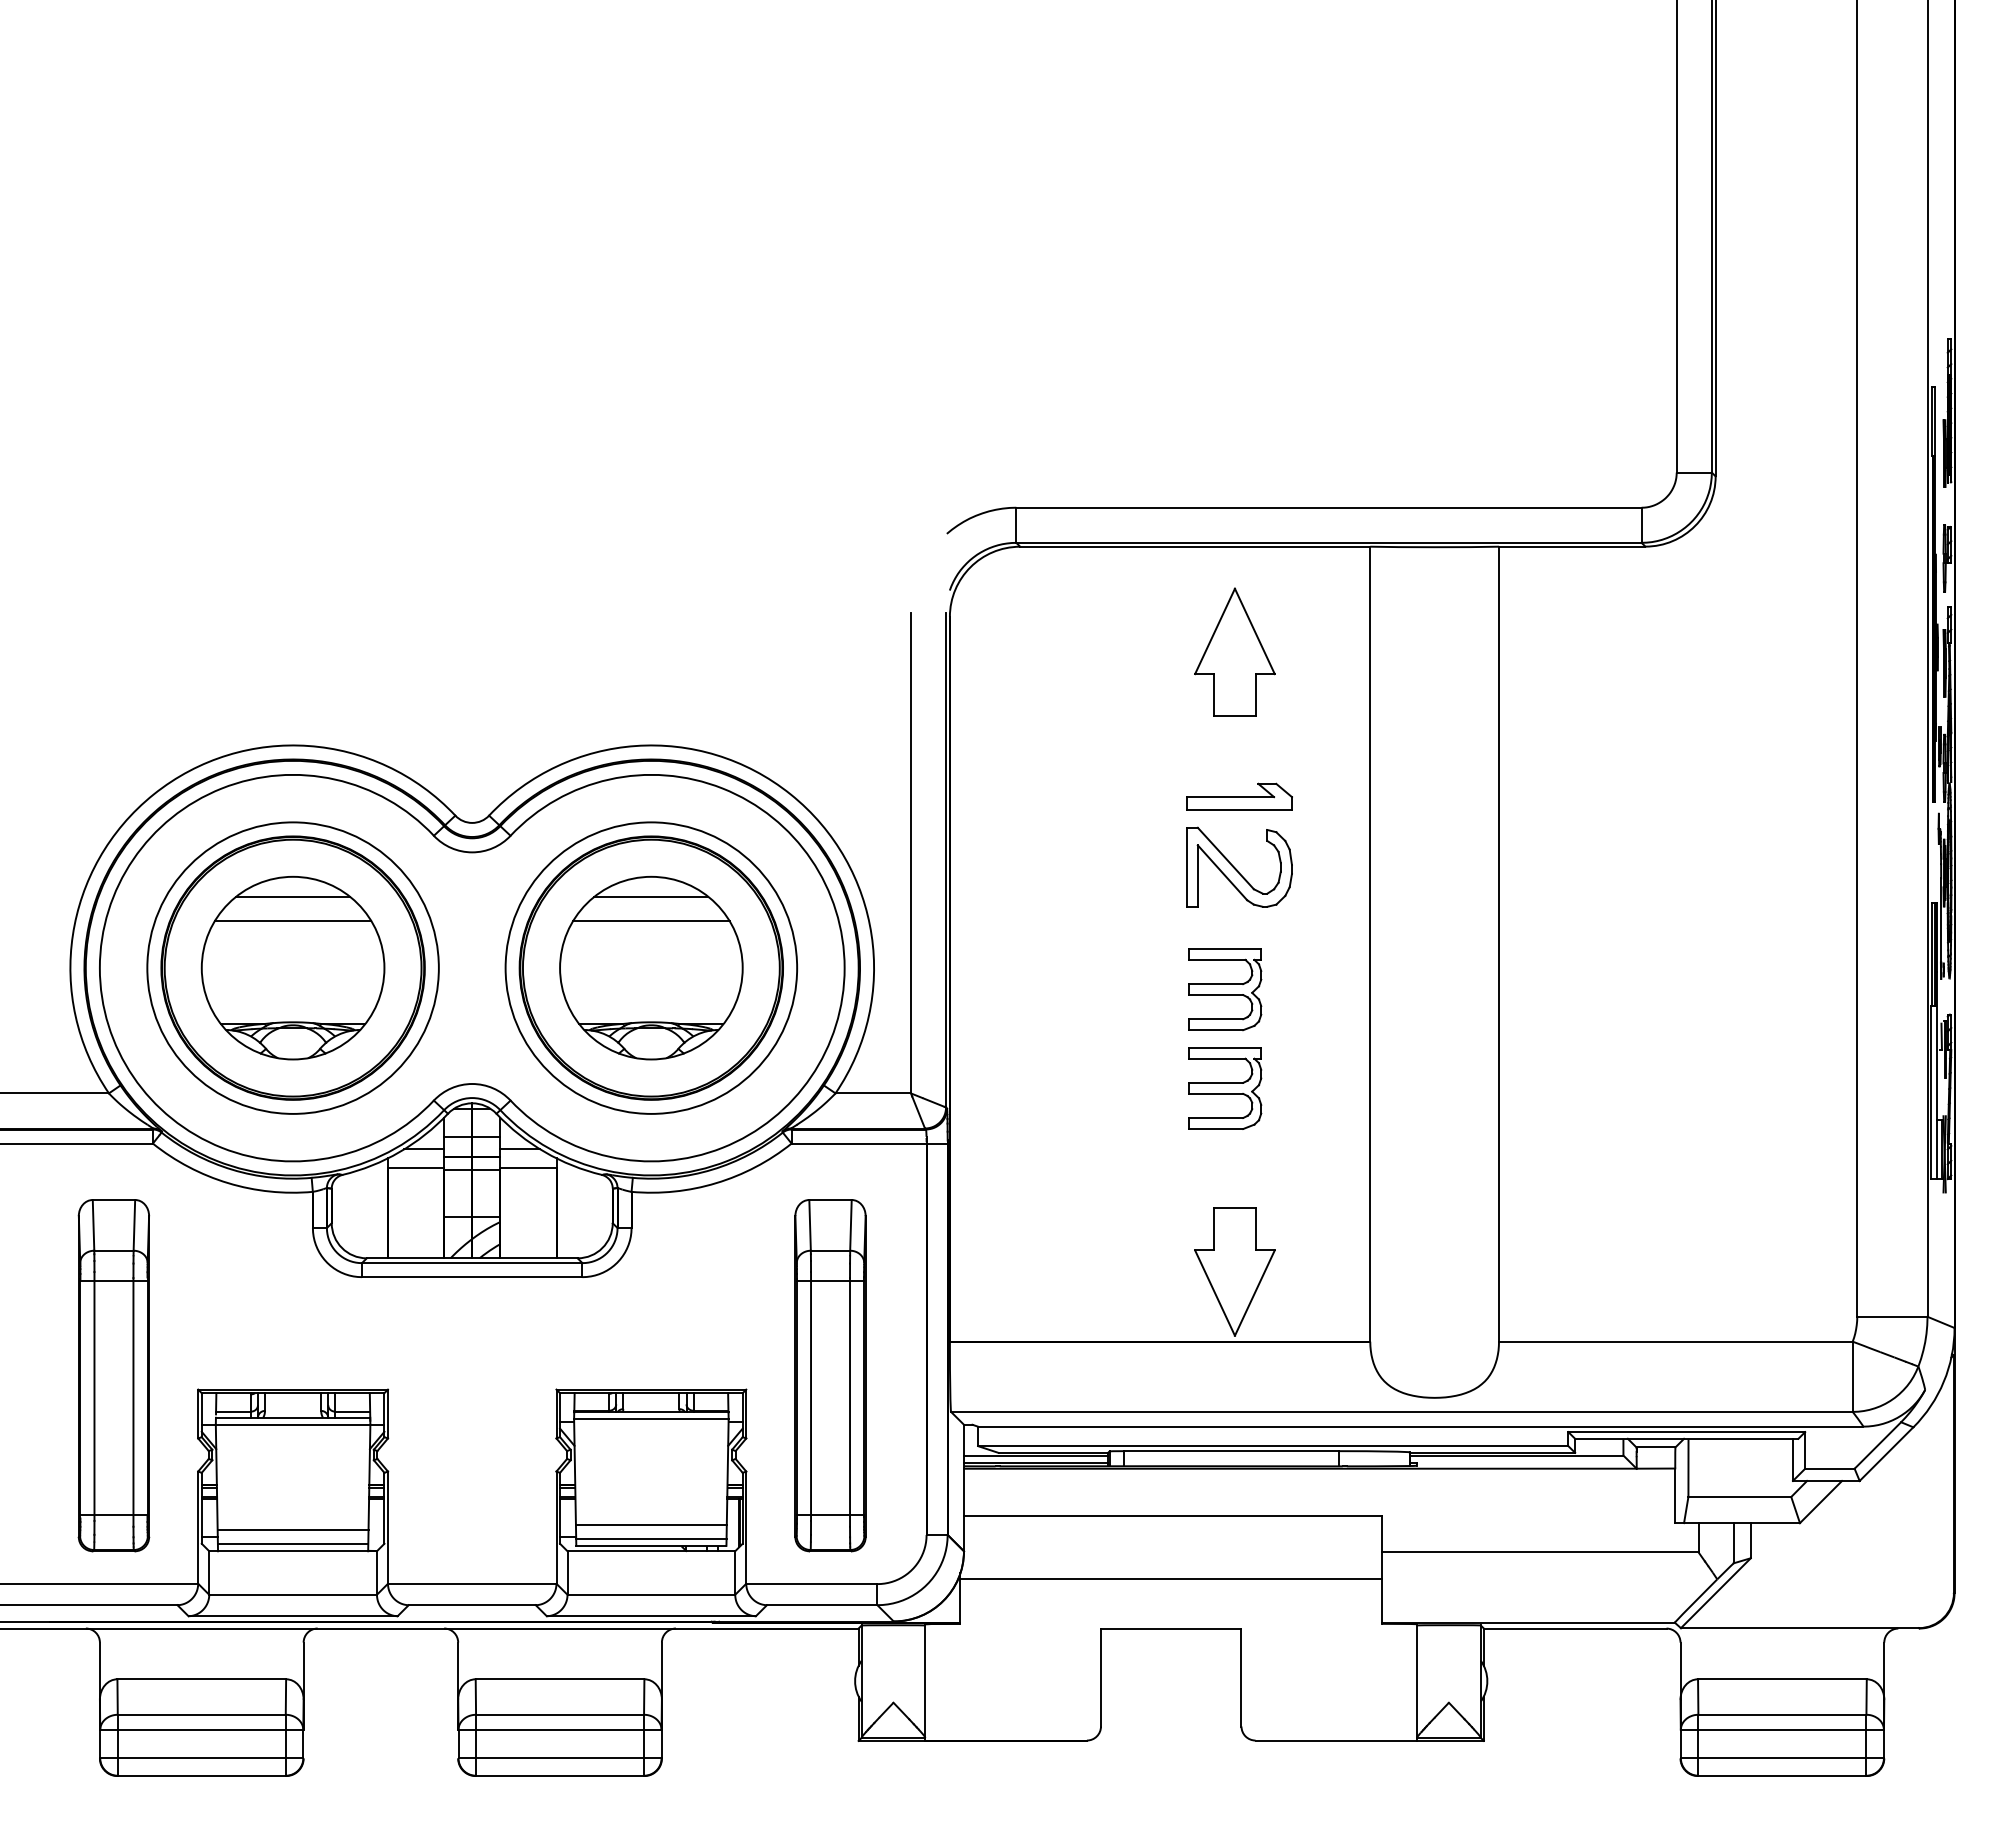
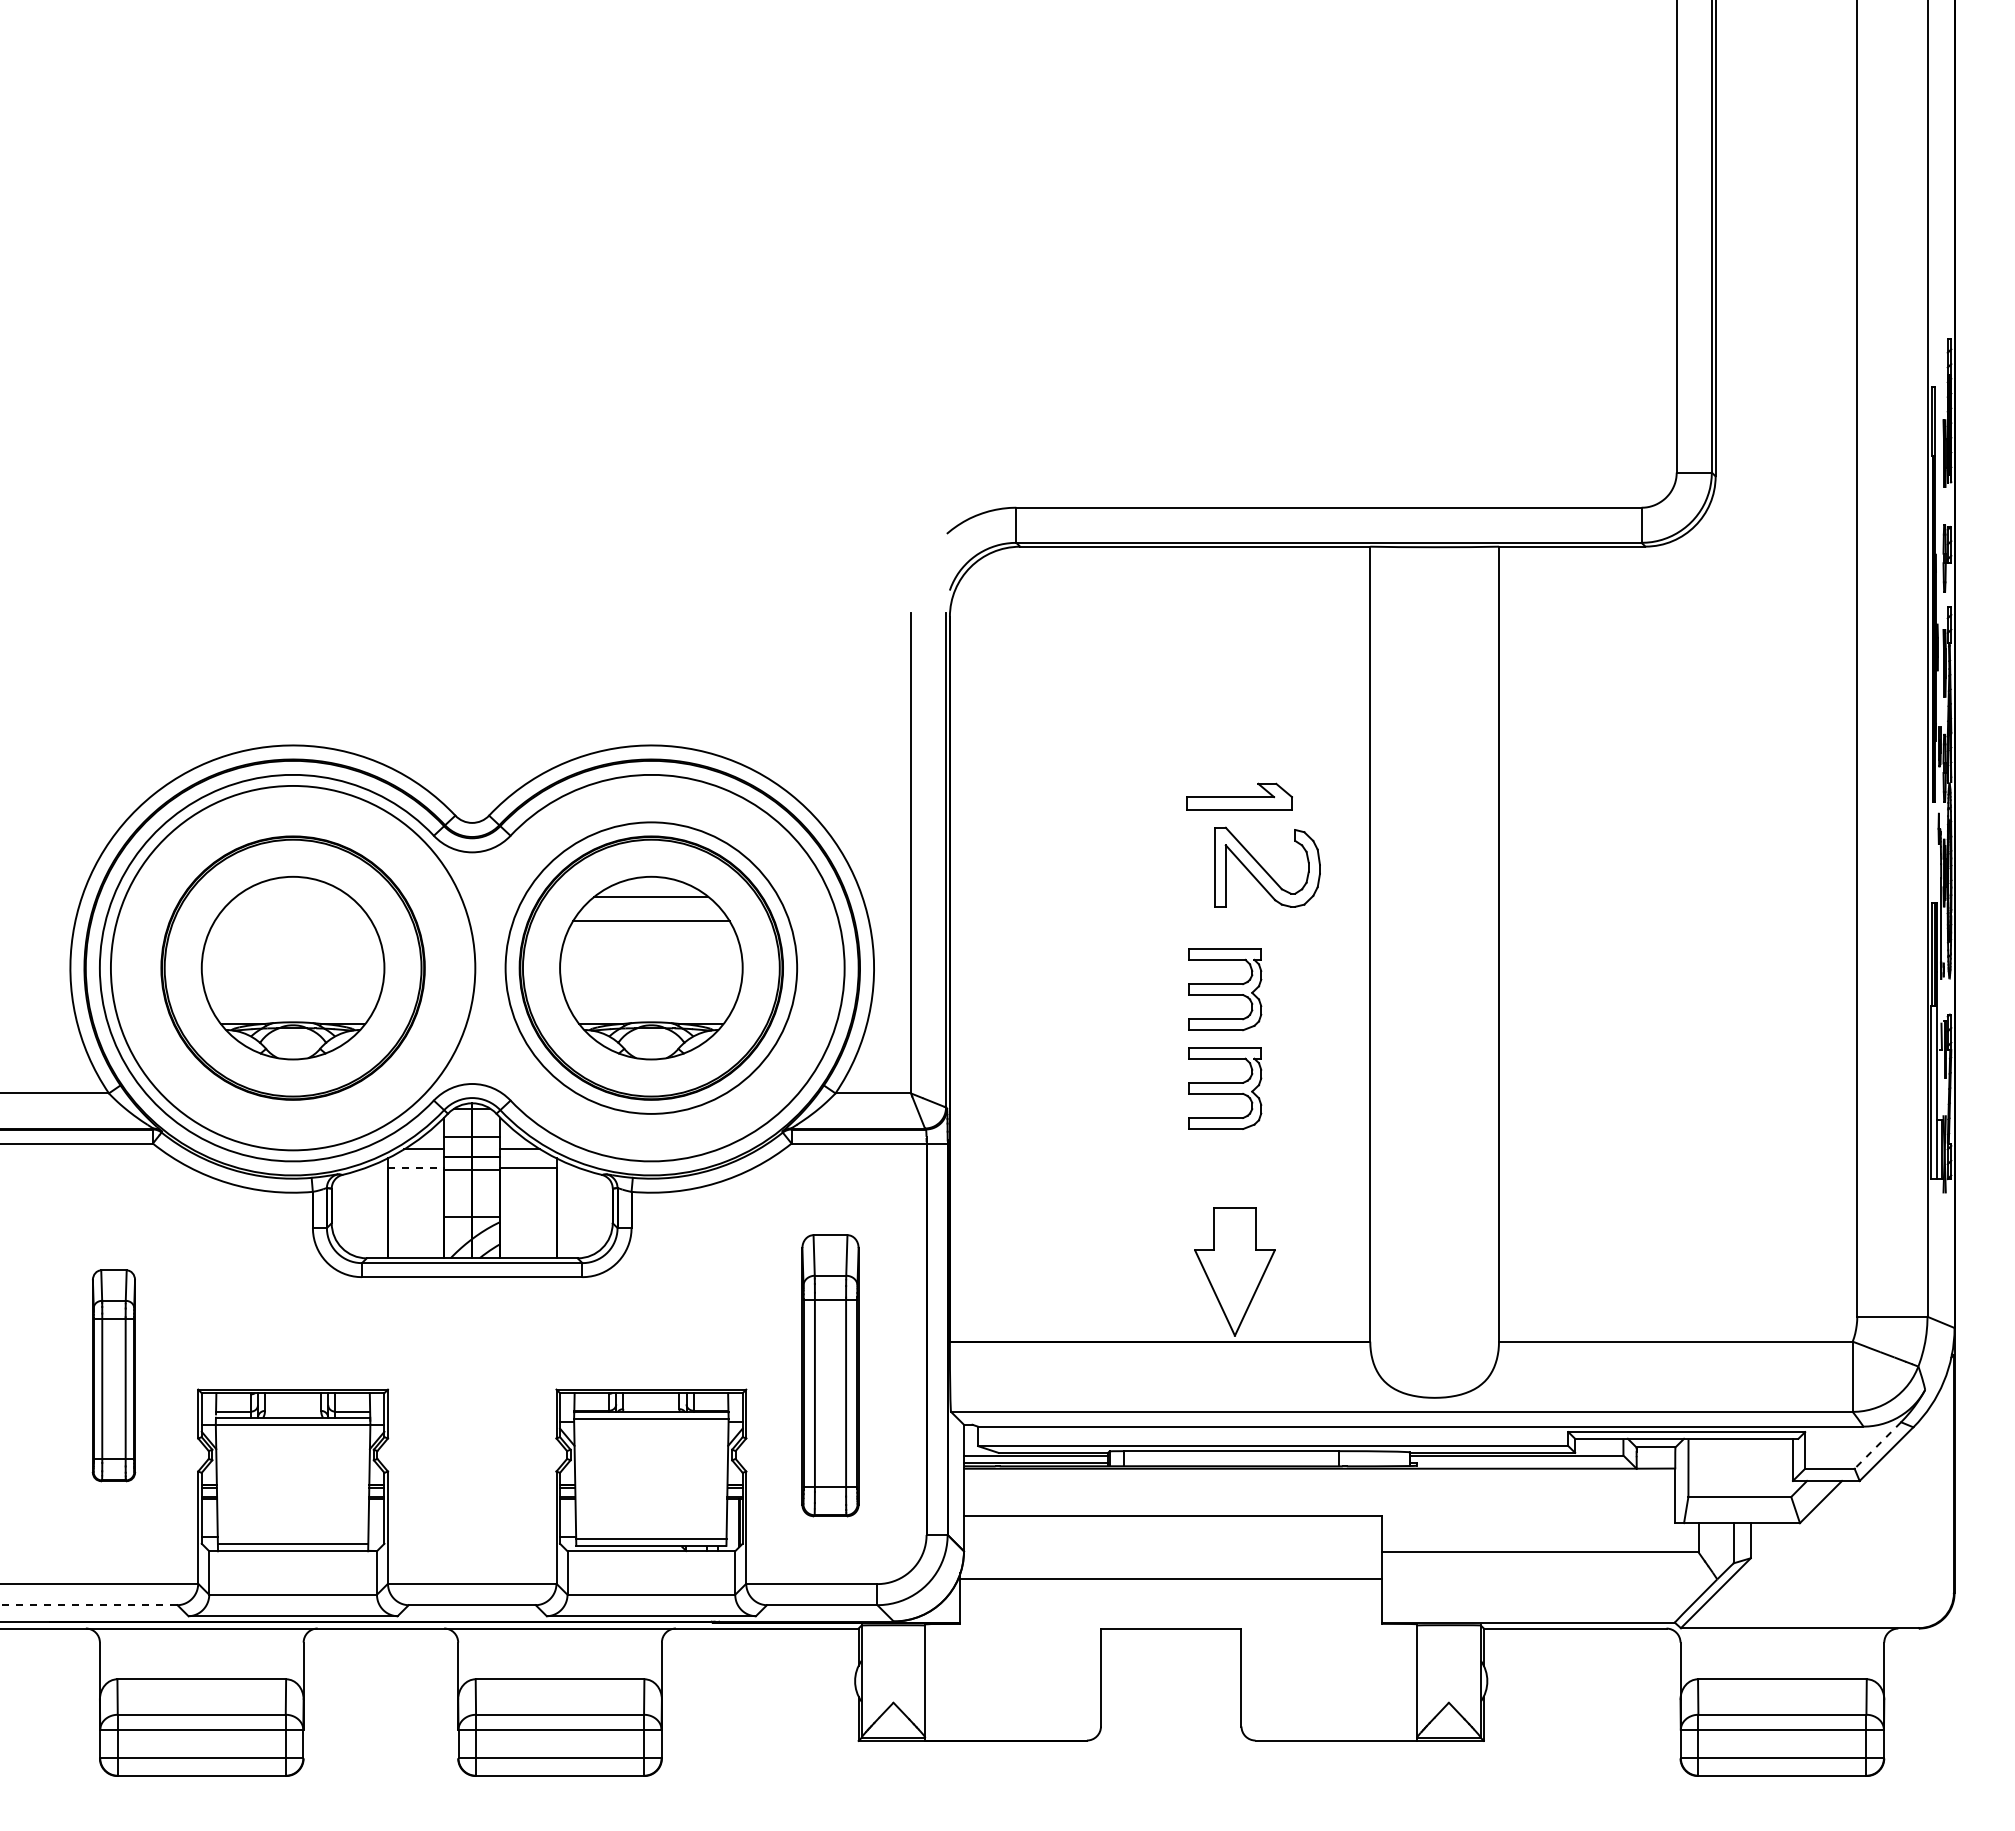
part at (1234, 651): present -> none
part at (1239, 866) position: (1239, 866) -> (1267, 866)
line at (293, 896): present -> none
line at (292, 921): present -> none
circle at (292, 967) diameter: 292 px -> 364 px
line at (416, 1167): solid -> dashed
part at (113, 1375) size: 74x354 px -> 46x214 px
part at (830, 1375) size: 73x354 px -> 59x284 px
line at (1877, 1445): solid -> dashed
line at (650, 1524): present -> none
line at (292, 1530): present -> none
line at (88, 1605): solid -> dashed
